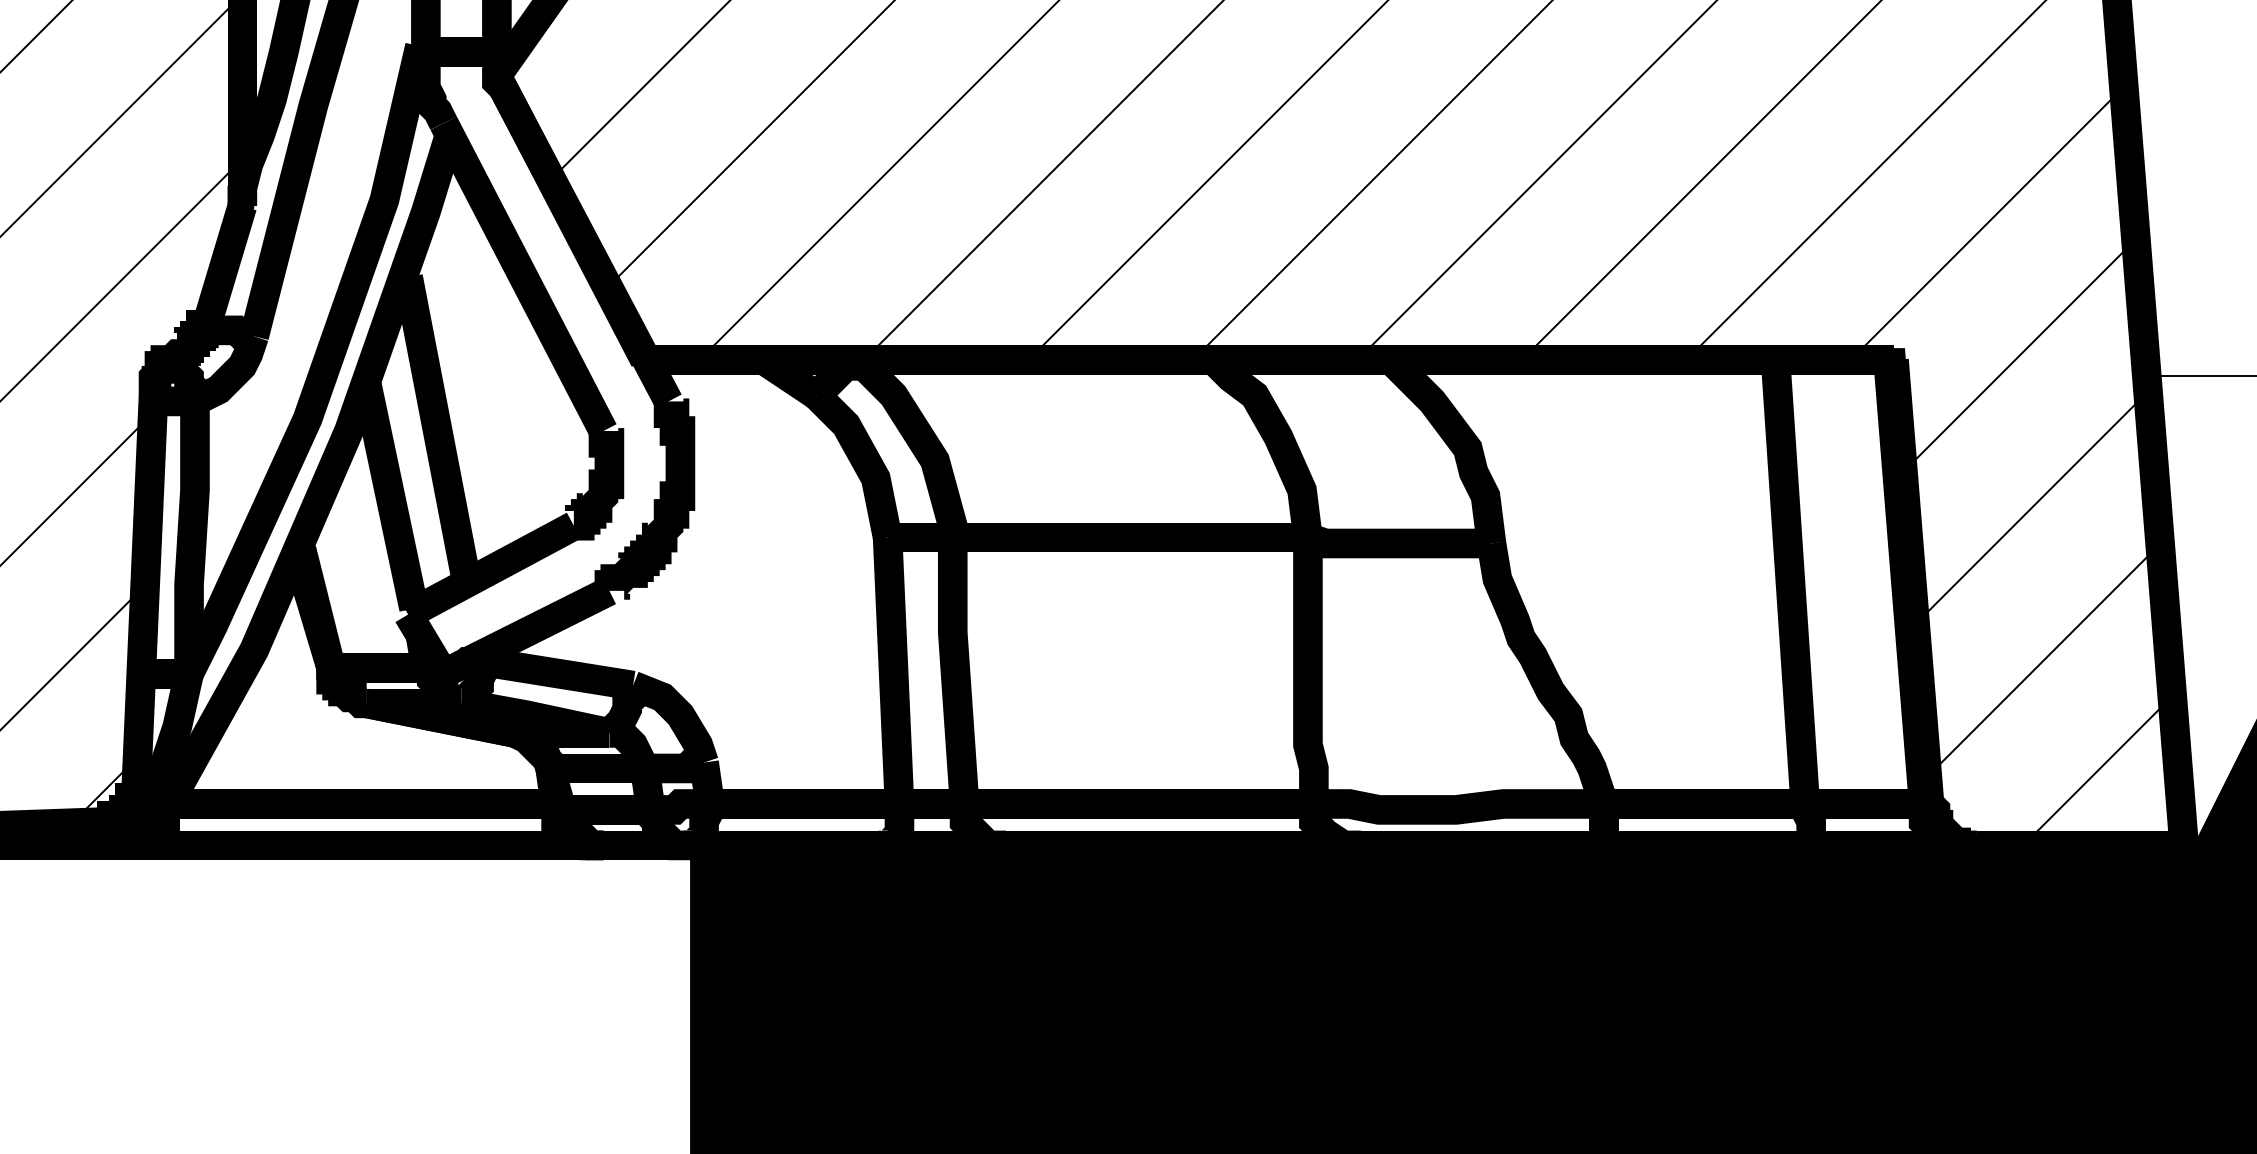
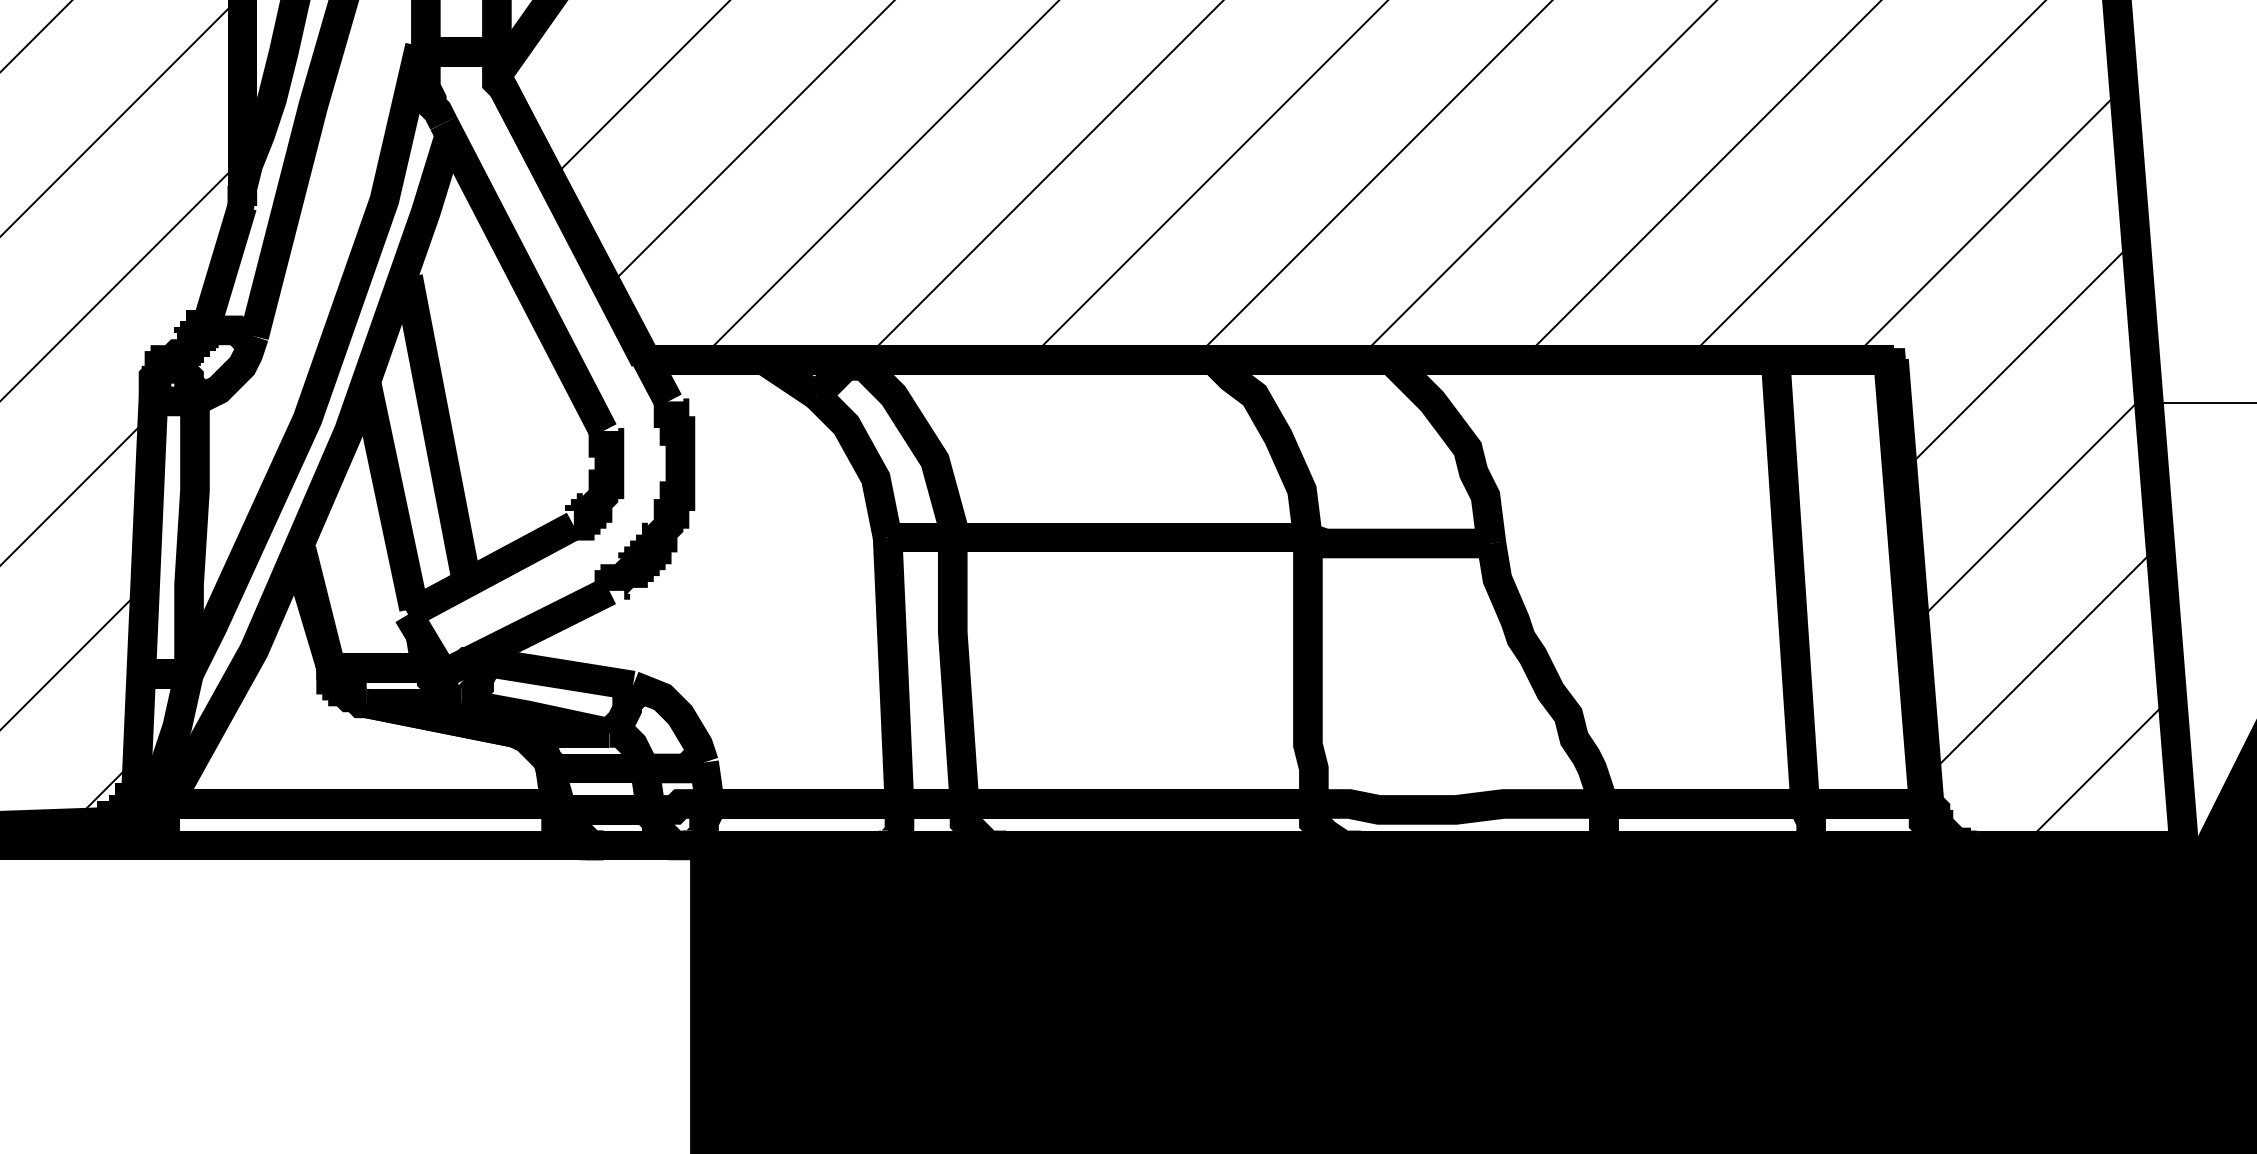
line at (2200, 376) position: (2200, 376) -> (2200, 403)
